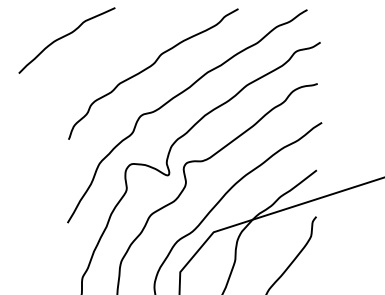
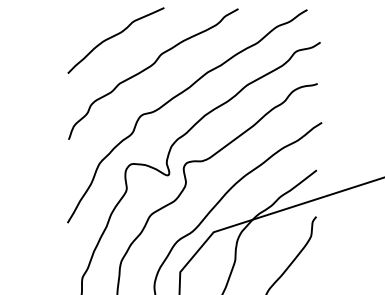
curve at (64, 37) position: (64, 37) -> (113, 37)
